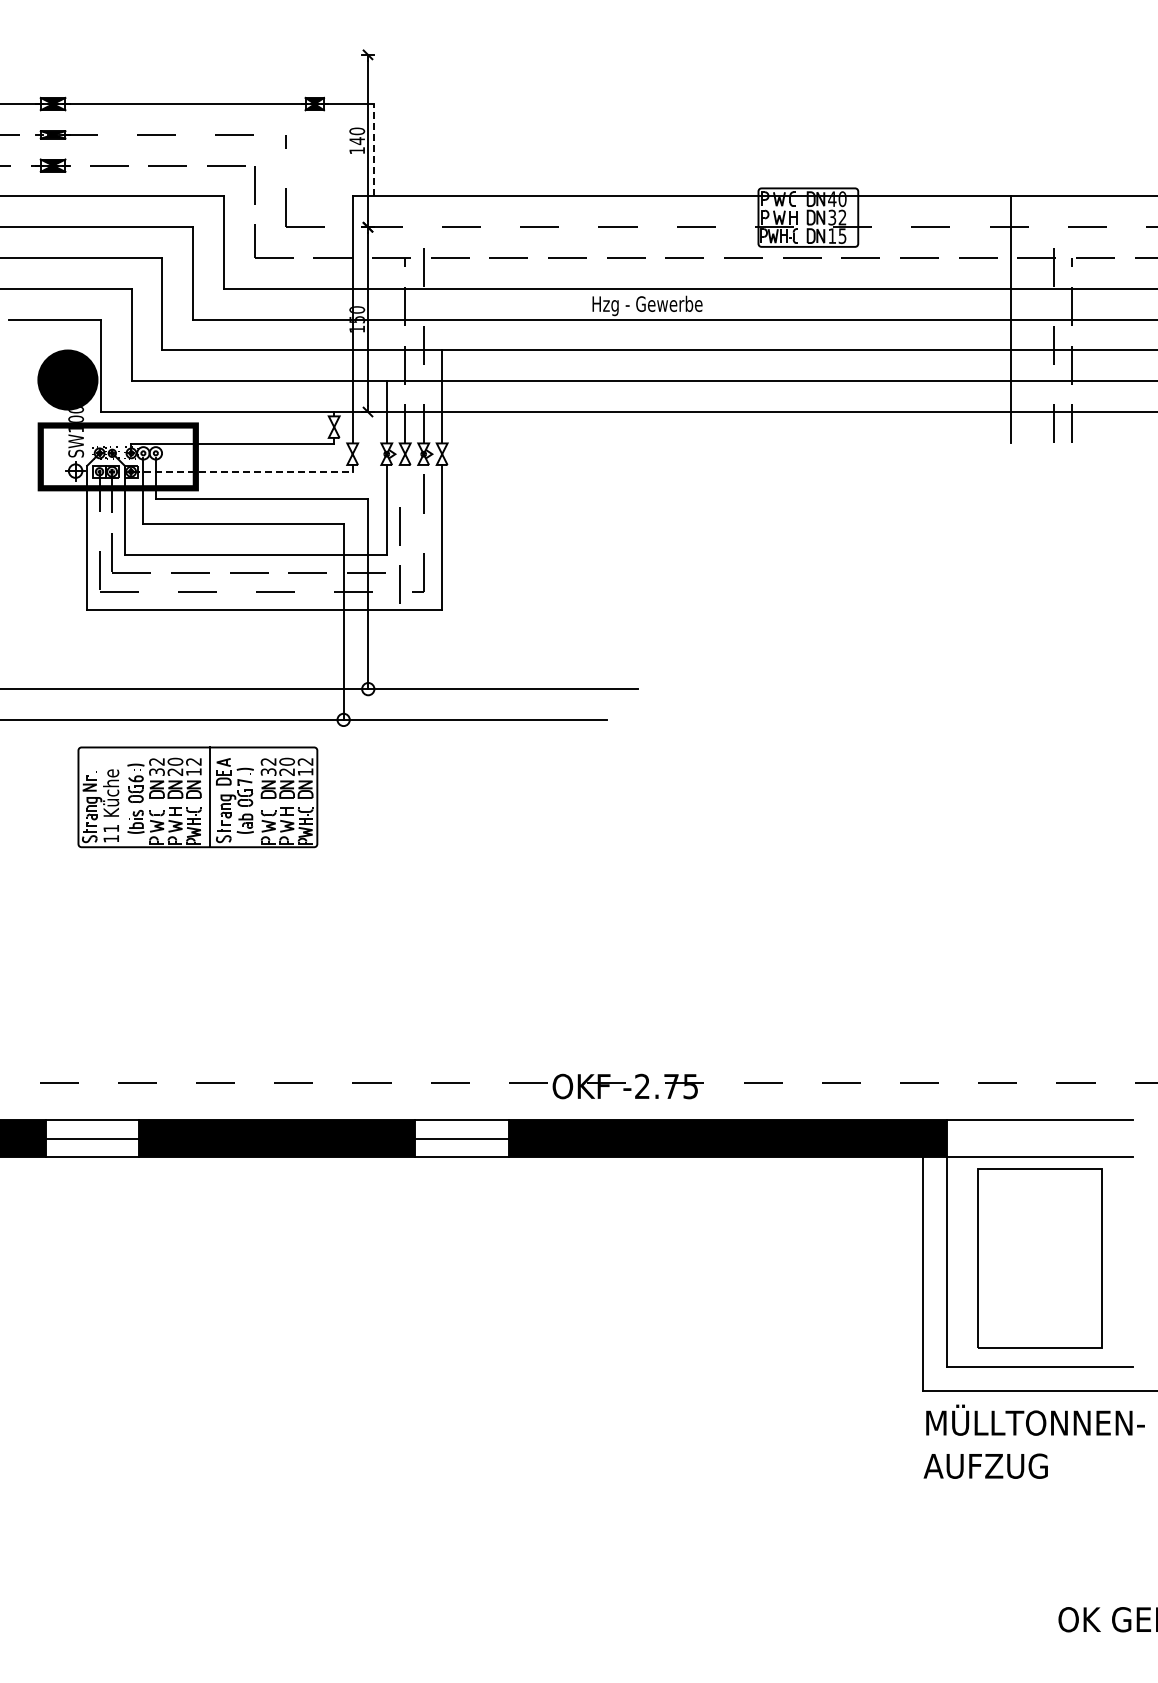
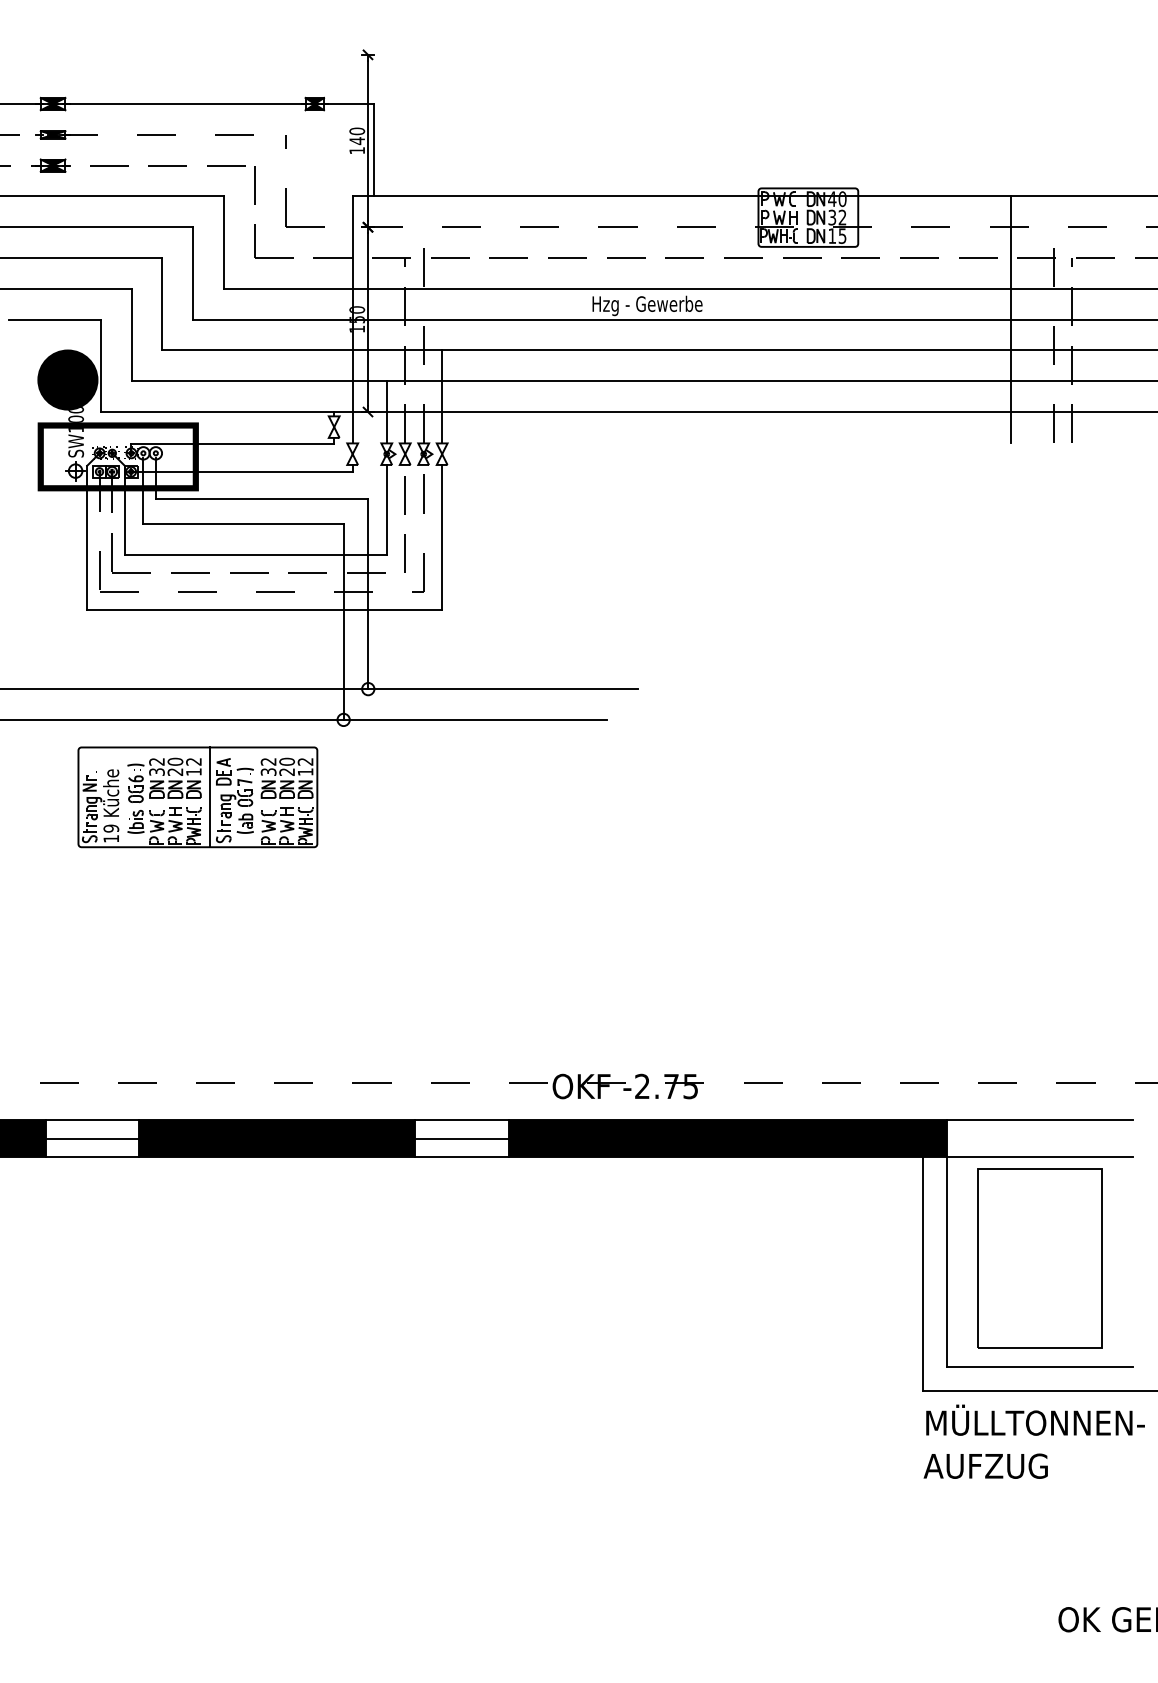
line at (373, 149): dashed -> solid
line at (242, 471): dashed -> solid
line at (399, 545) position: (399, 545) -> (404, 514)
text at (111, 828): 11 -> 19
